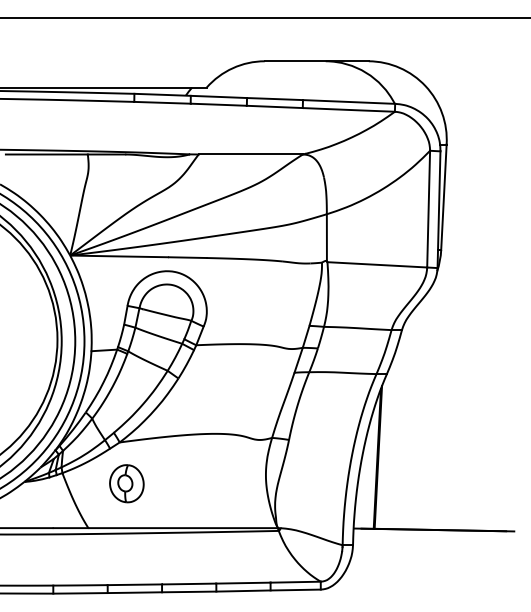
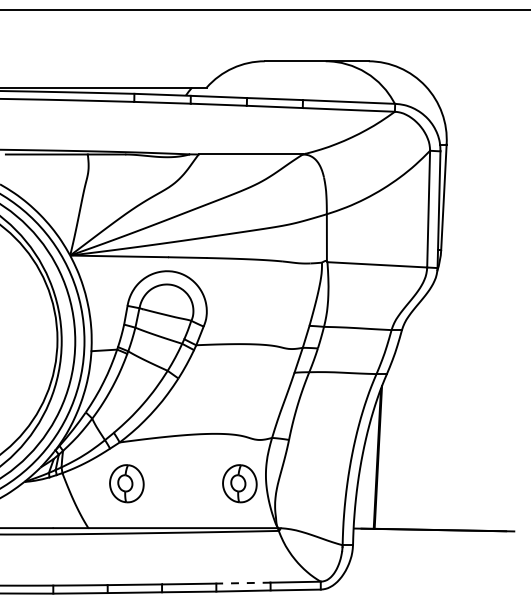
line at (264, 18) position: (264, 18) -> (264, 10)
part at (239, 483): none -> present
line at (242, 583): solid -> dashed
